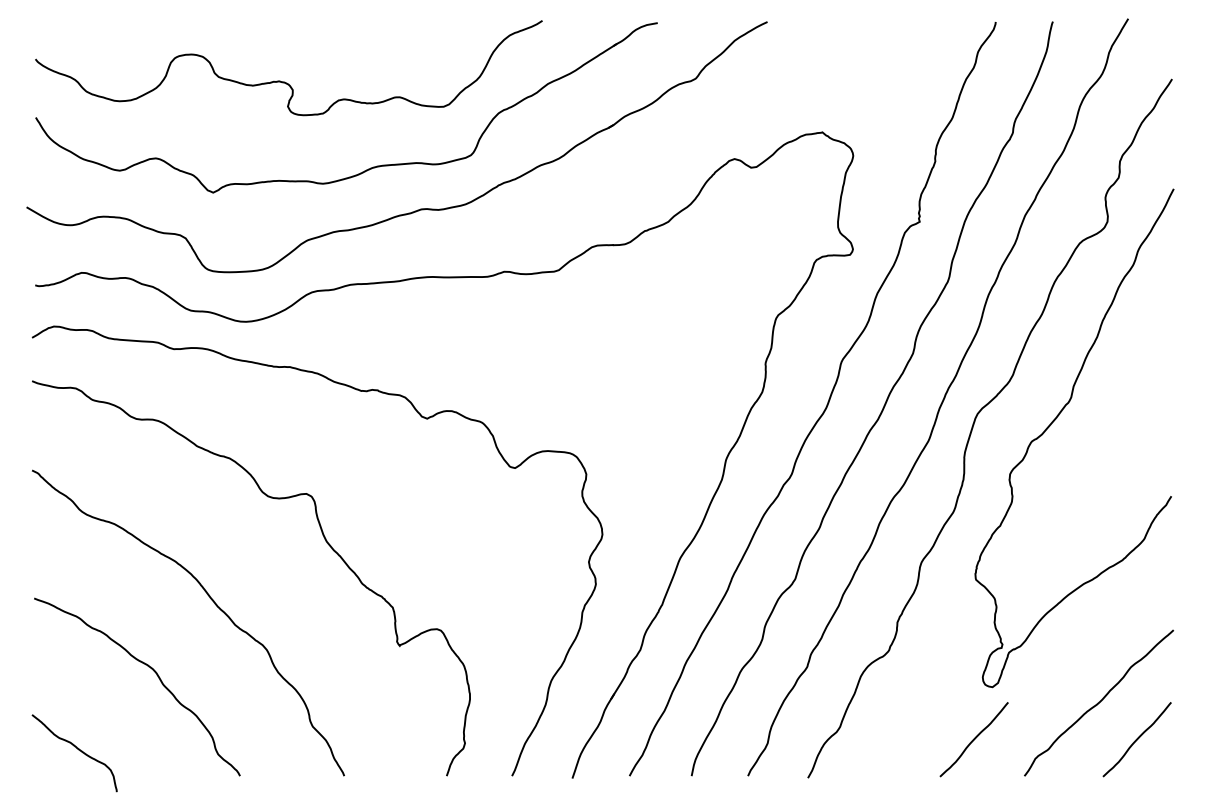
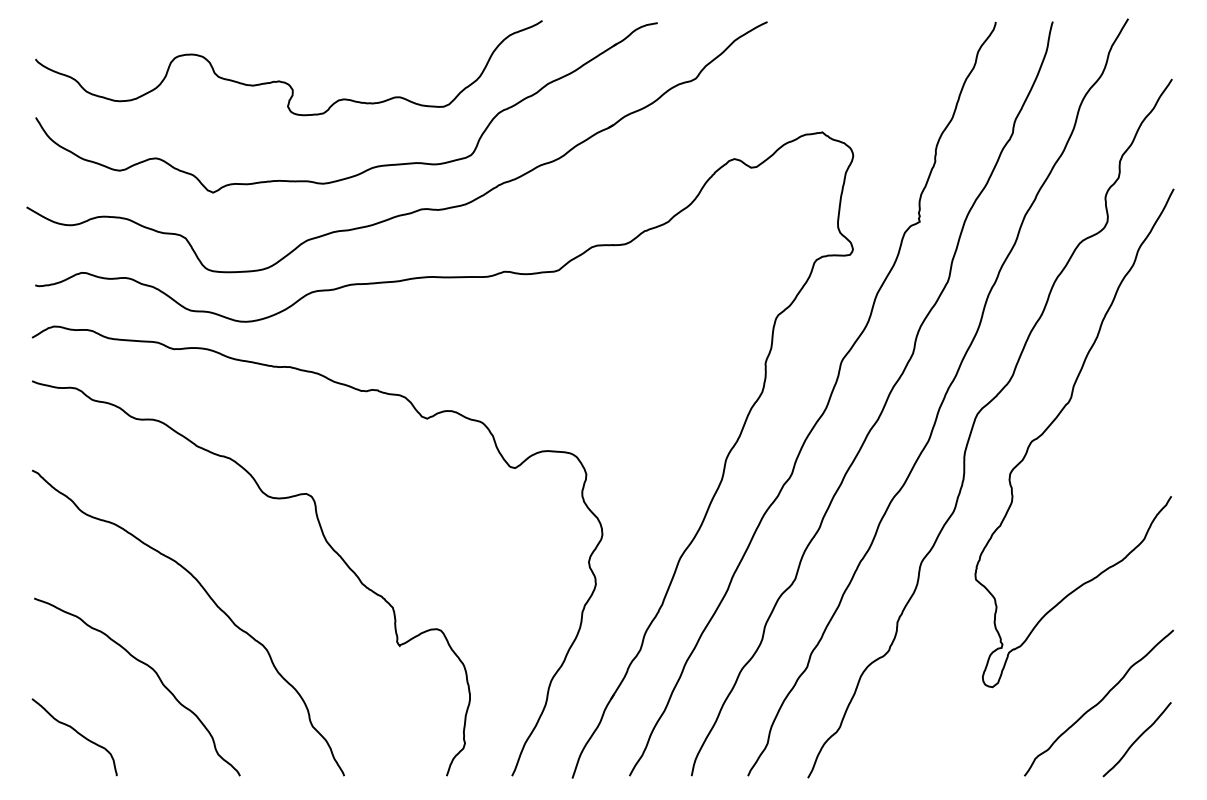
curve at (973, 739): present -> none
curve at (77, 749) position: (77, 749) -> (77, 733)
